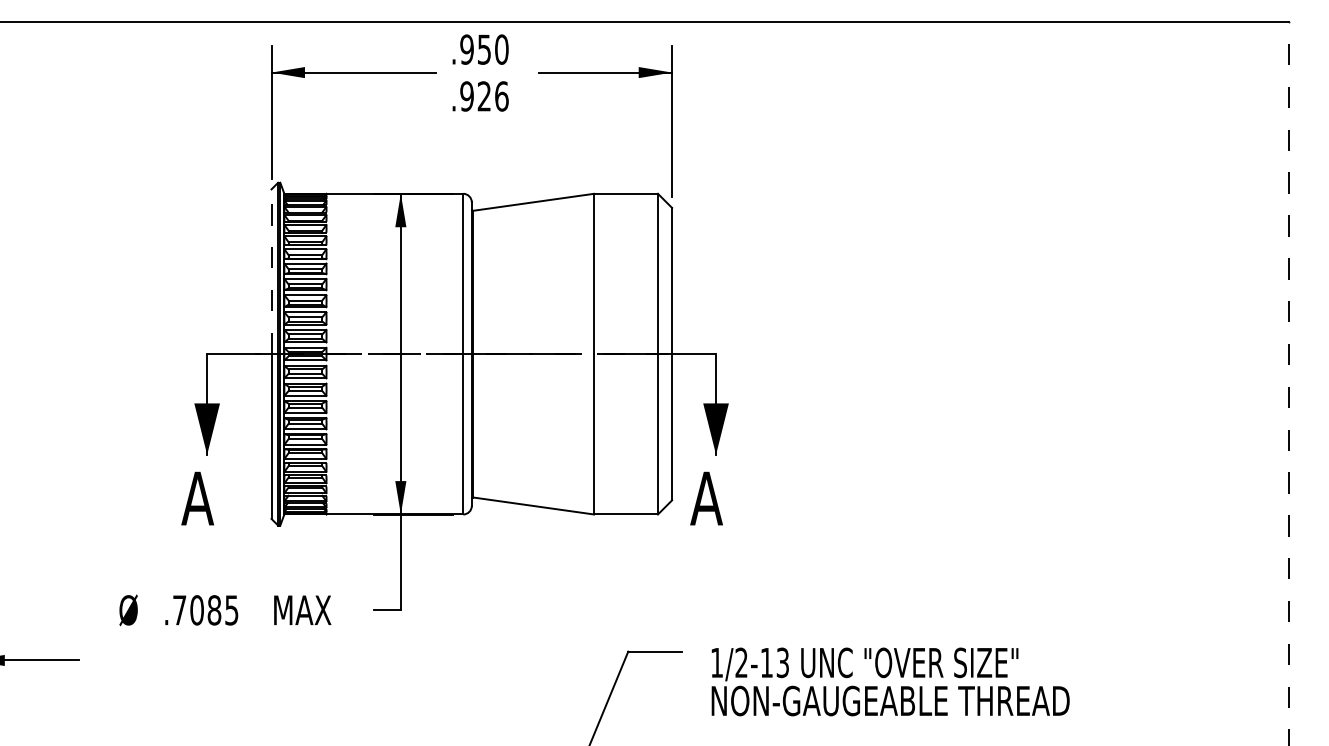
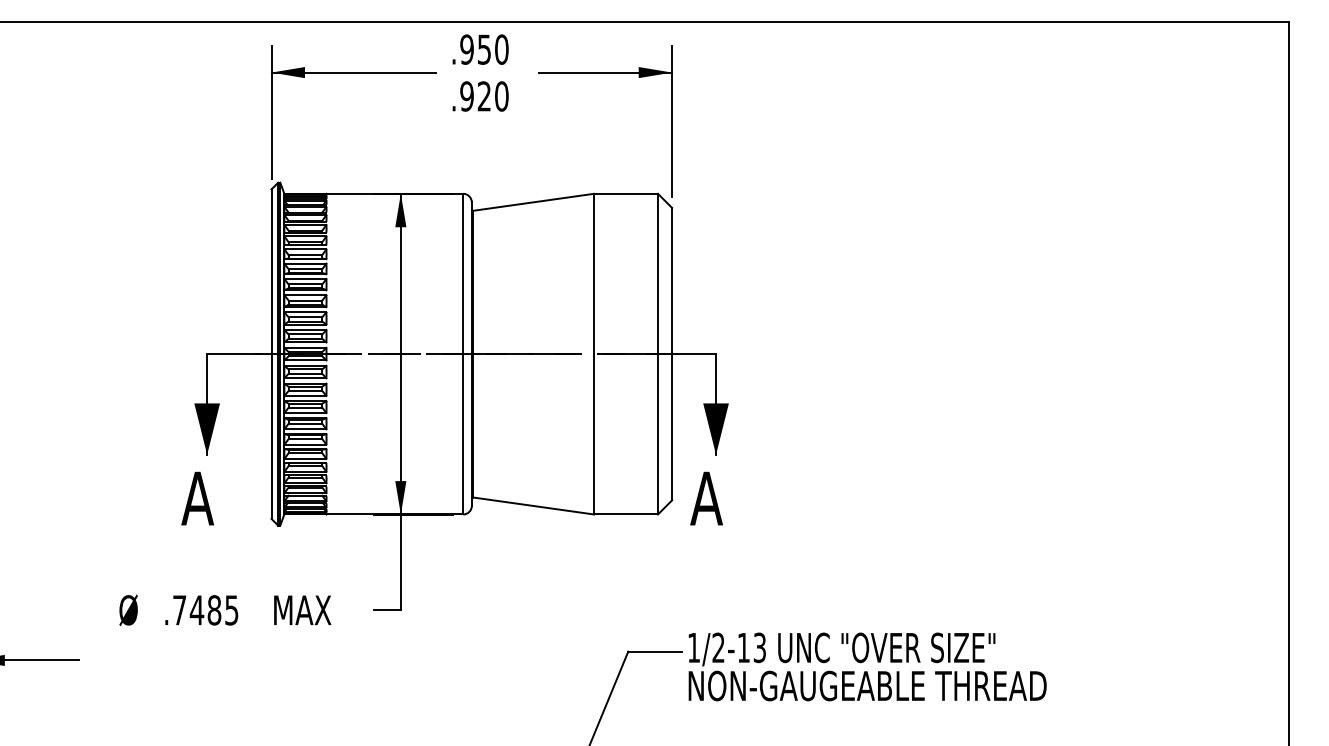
text at (501, 96): .926 -> .920
line at (271, 271): dashed -> solid
line at (1289, 383): dashed -> solid
text at (196, 610): .7085 -> .7485
text at (890, 681) position: (890, 681) -> (867, 666)
